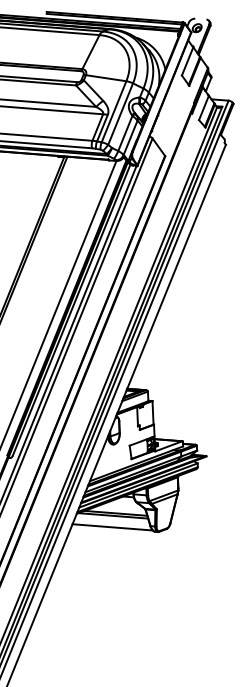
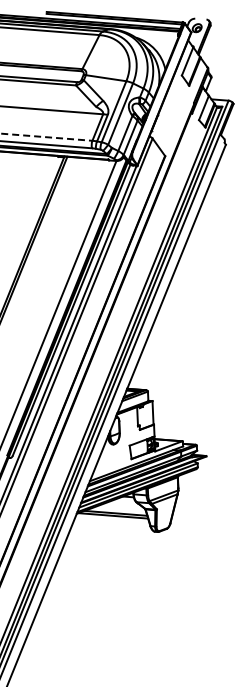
line at (49, 102): present -> none
line at (46, 137): solid -> dashed
line at (112, 527): present -> none
